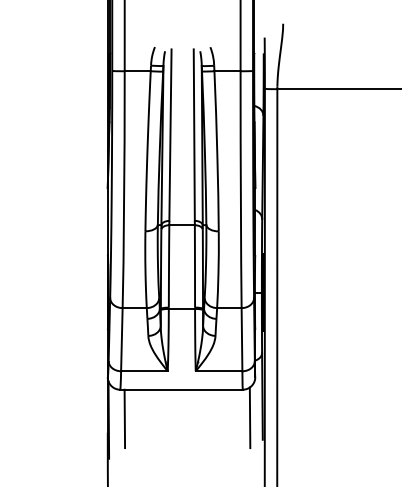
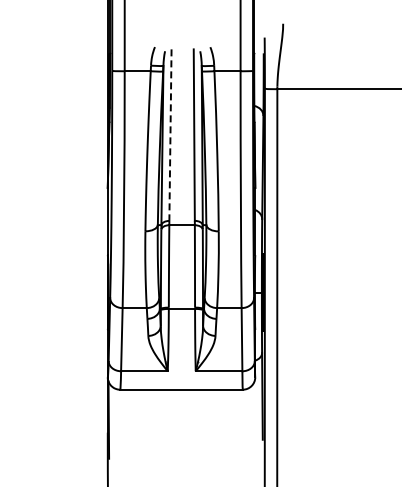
line at (170, 135): solid -> dashed
line at (249, 417): present -> none
line at (124, 418): present -> none
